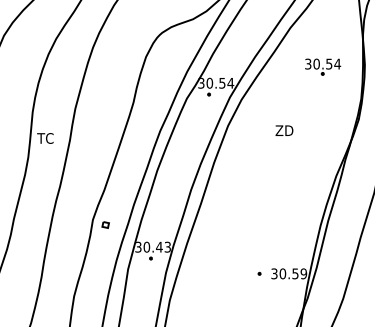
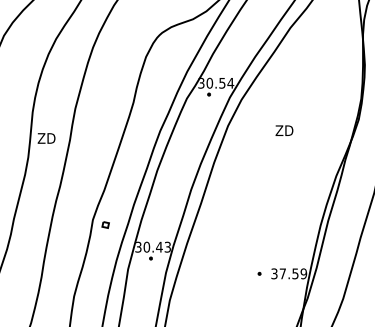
part at (323, 66): present -> none
text at (46, 138): TC -> ZD
text at (282, 273): 30.59 -> 37.59
